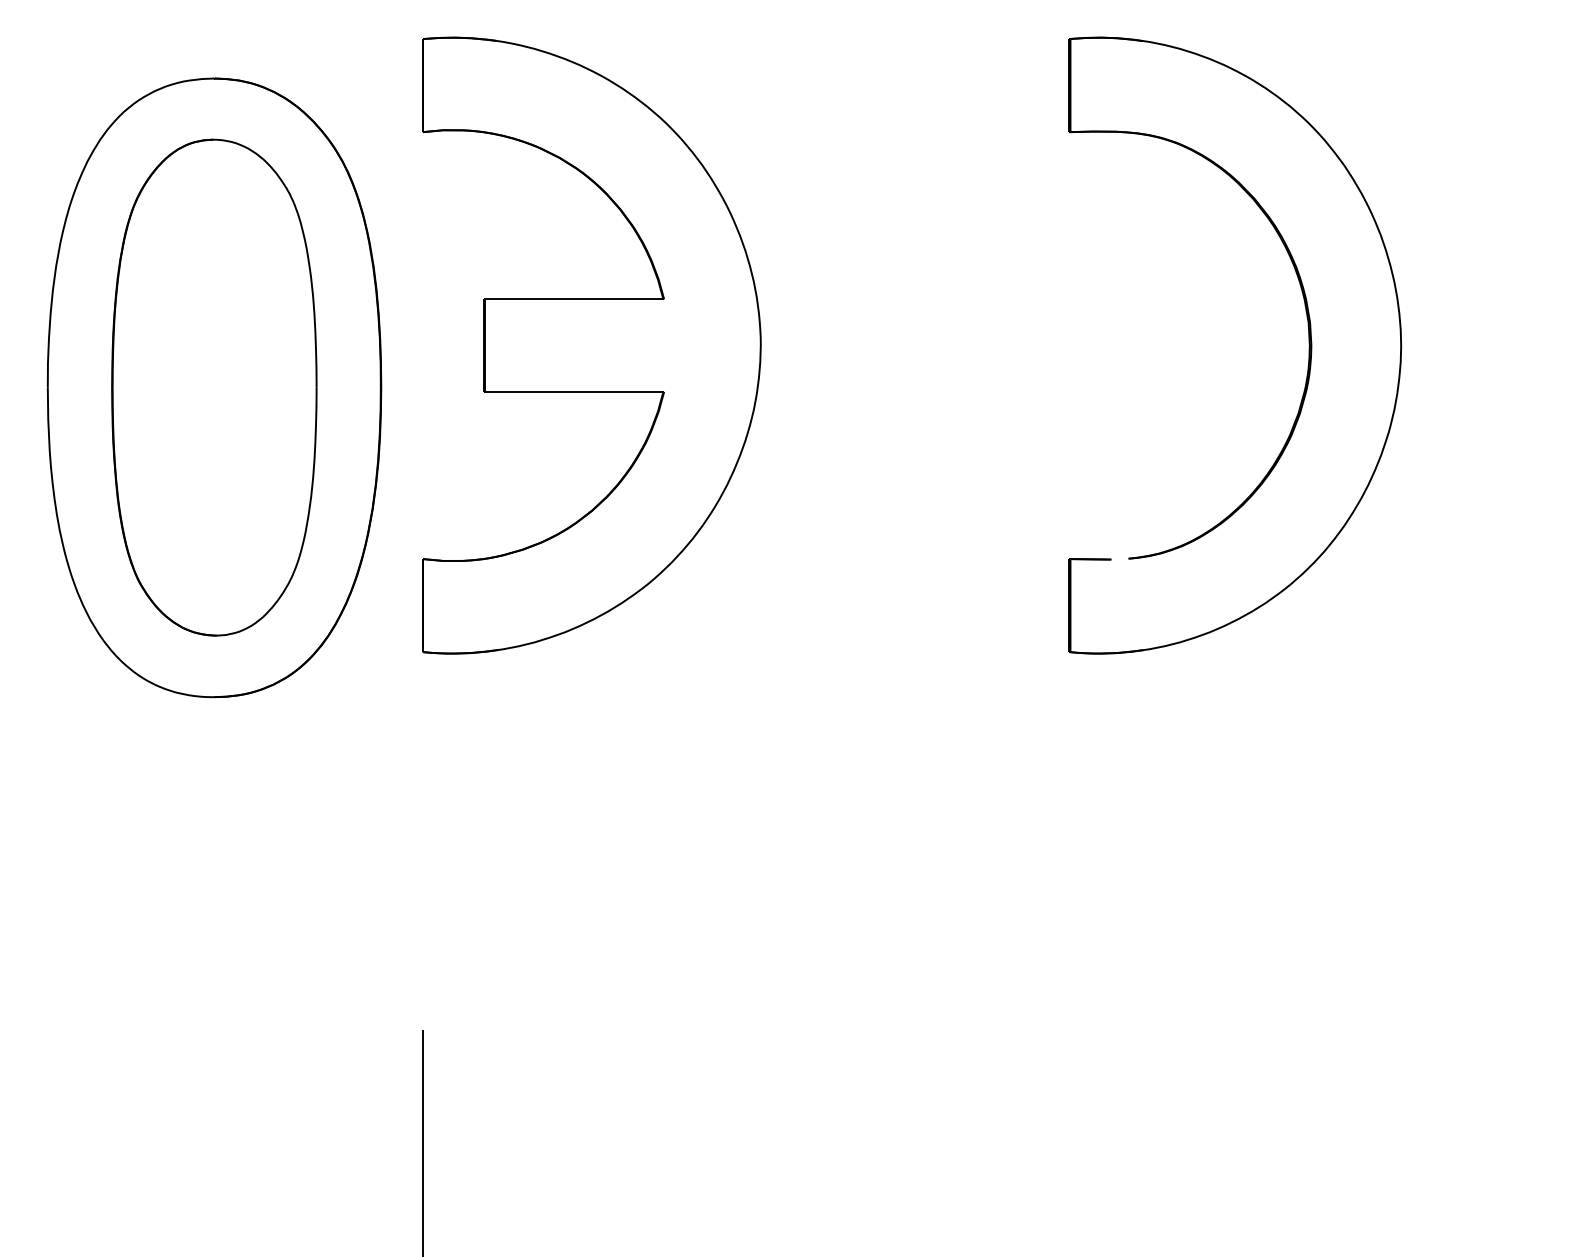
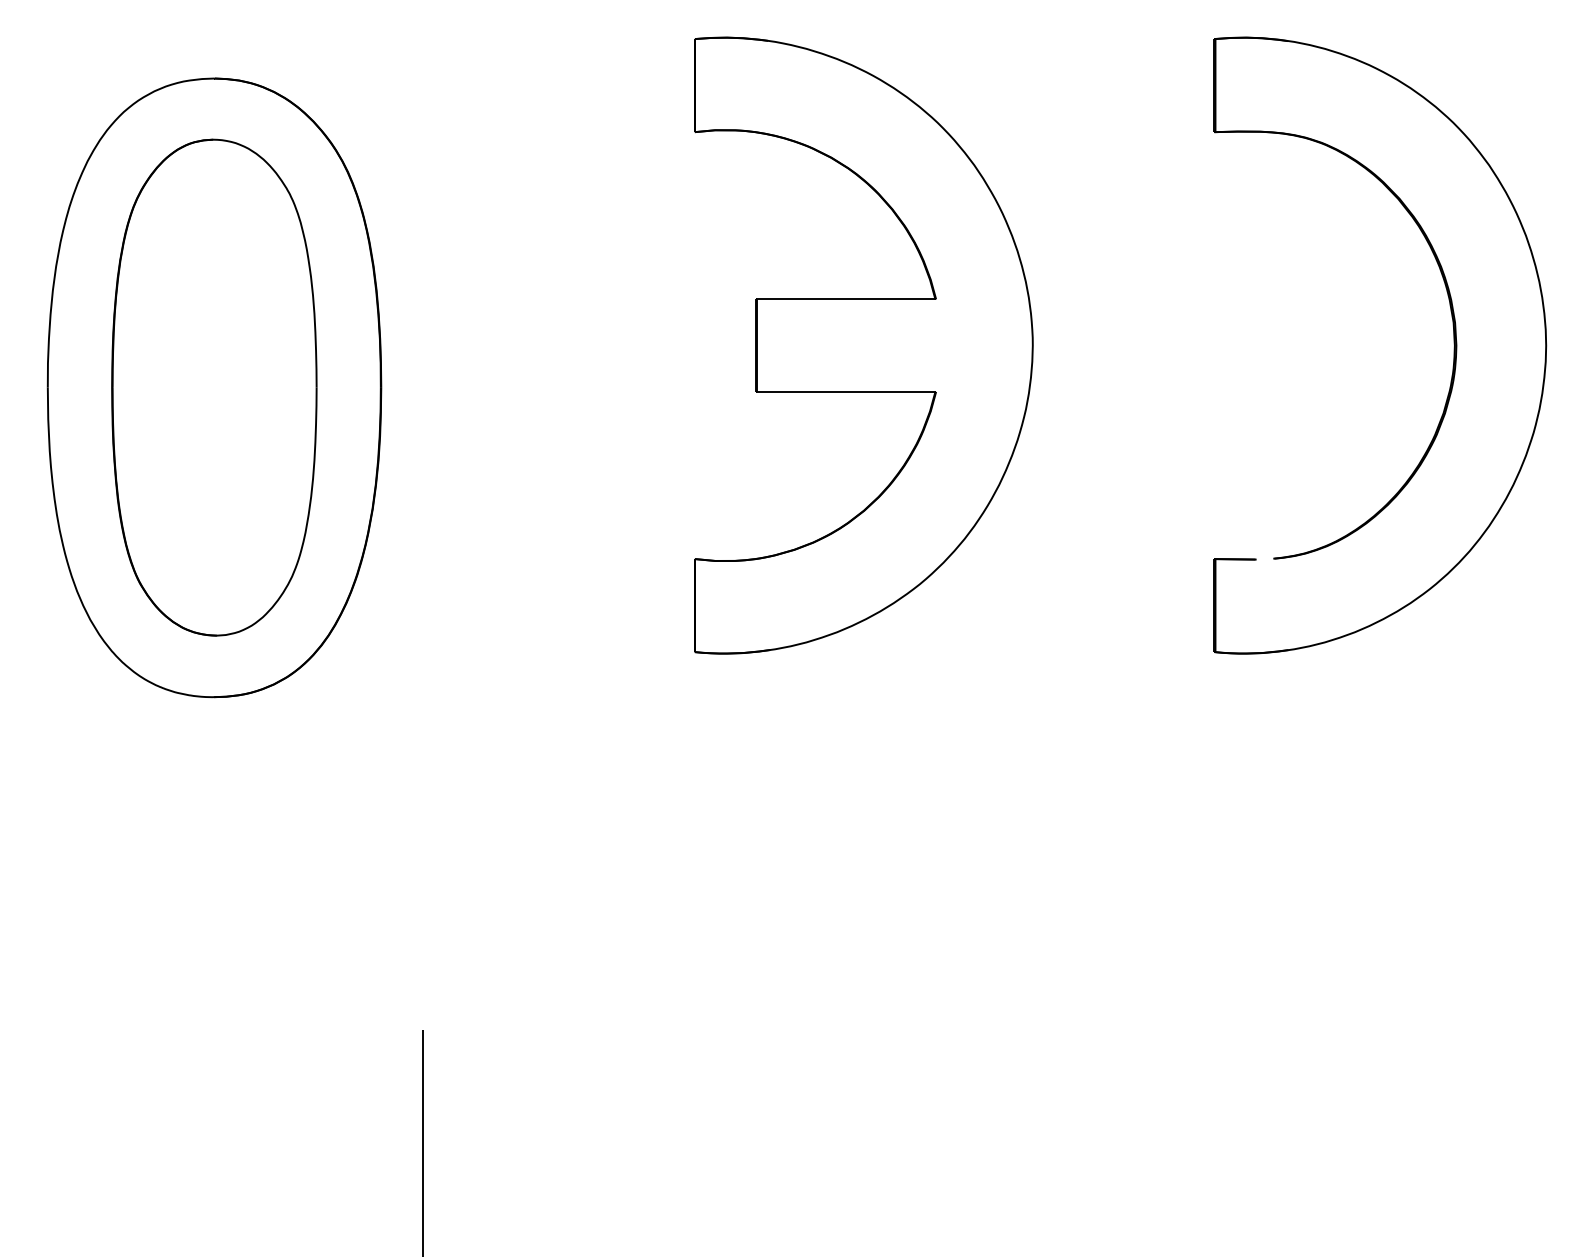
part at (1308, 344) position: (1308, 344) -> (1453, 344)
part at (591, 345) position: (591, 345) -> (863, 345)
